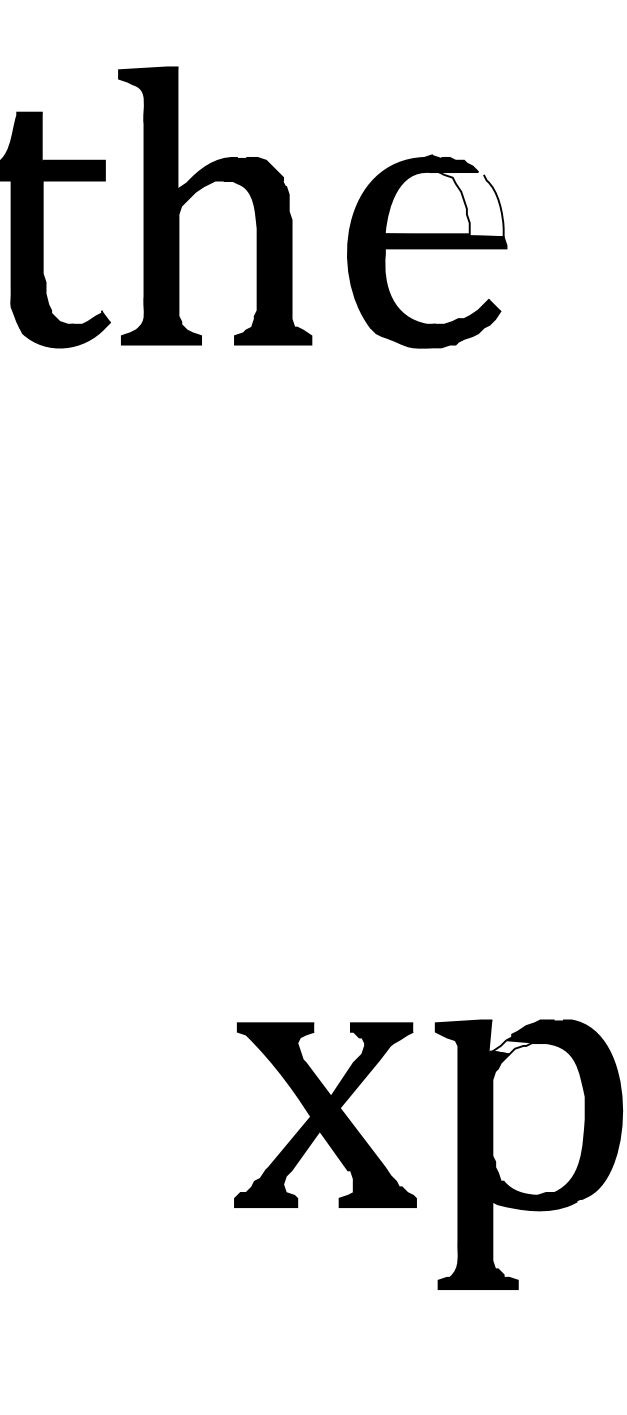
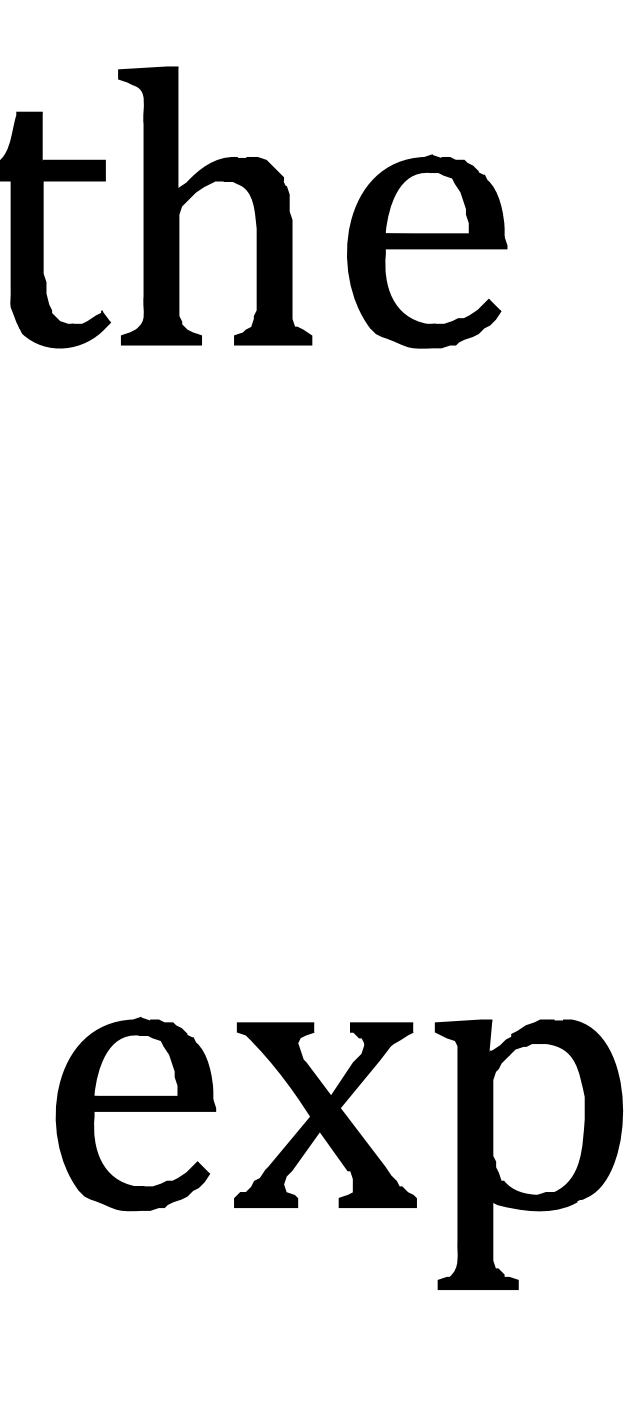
fill at (443, 204): none -> present
fill at (516, 1047): none -> present
part at (135, 1114): none -> present
